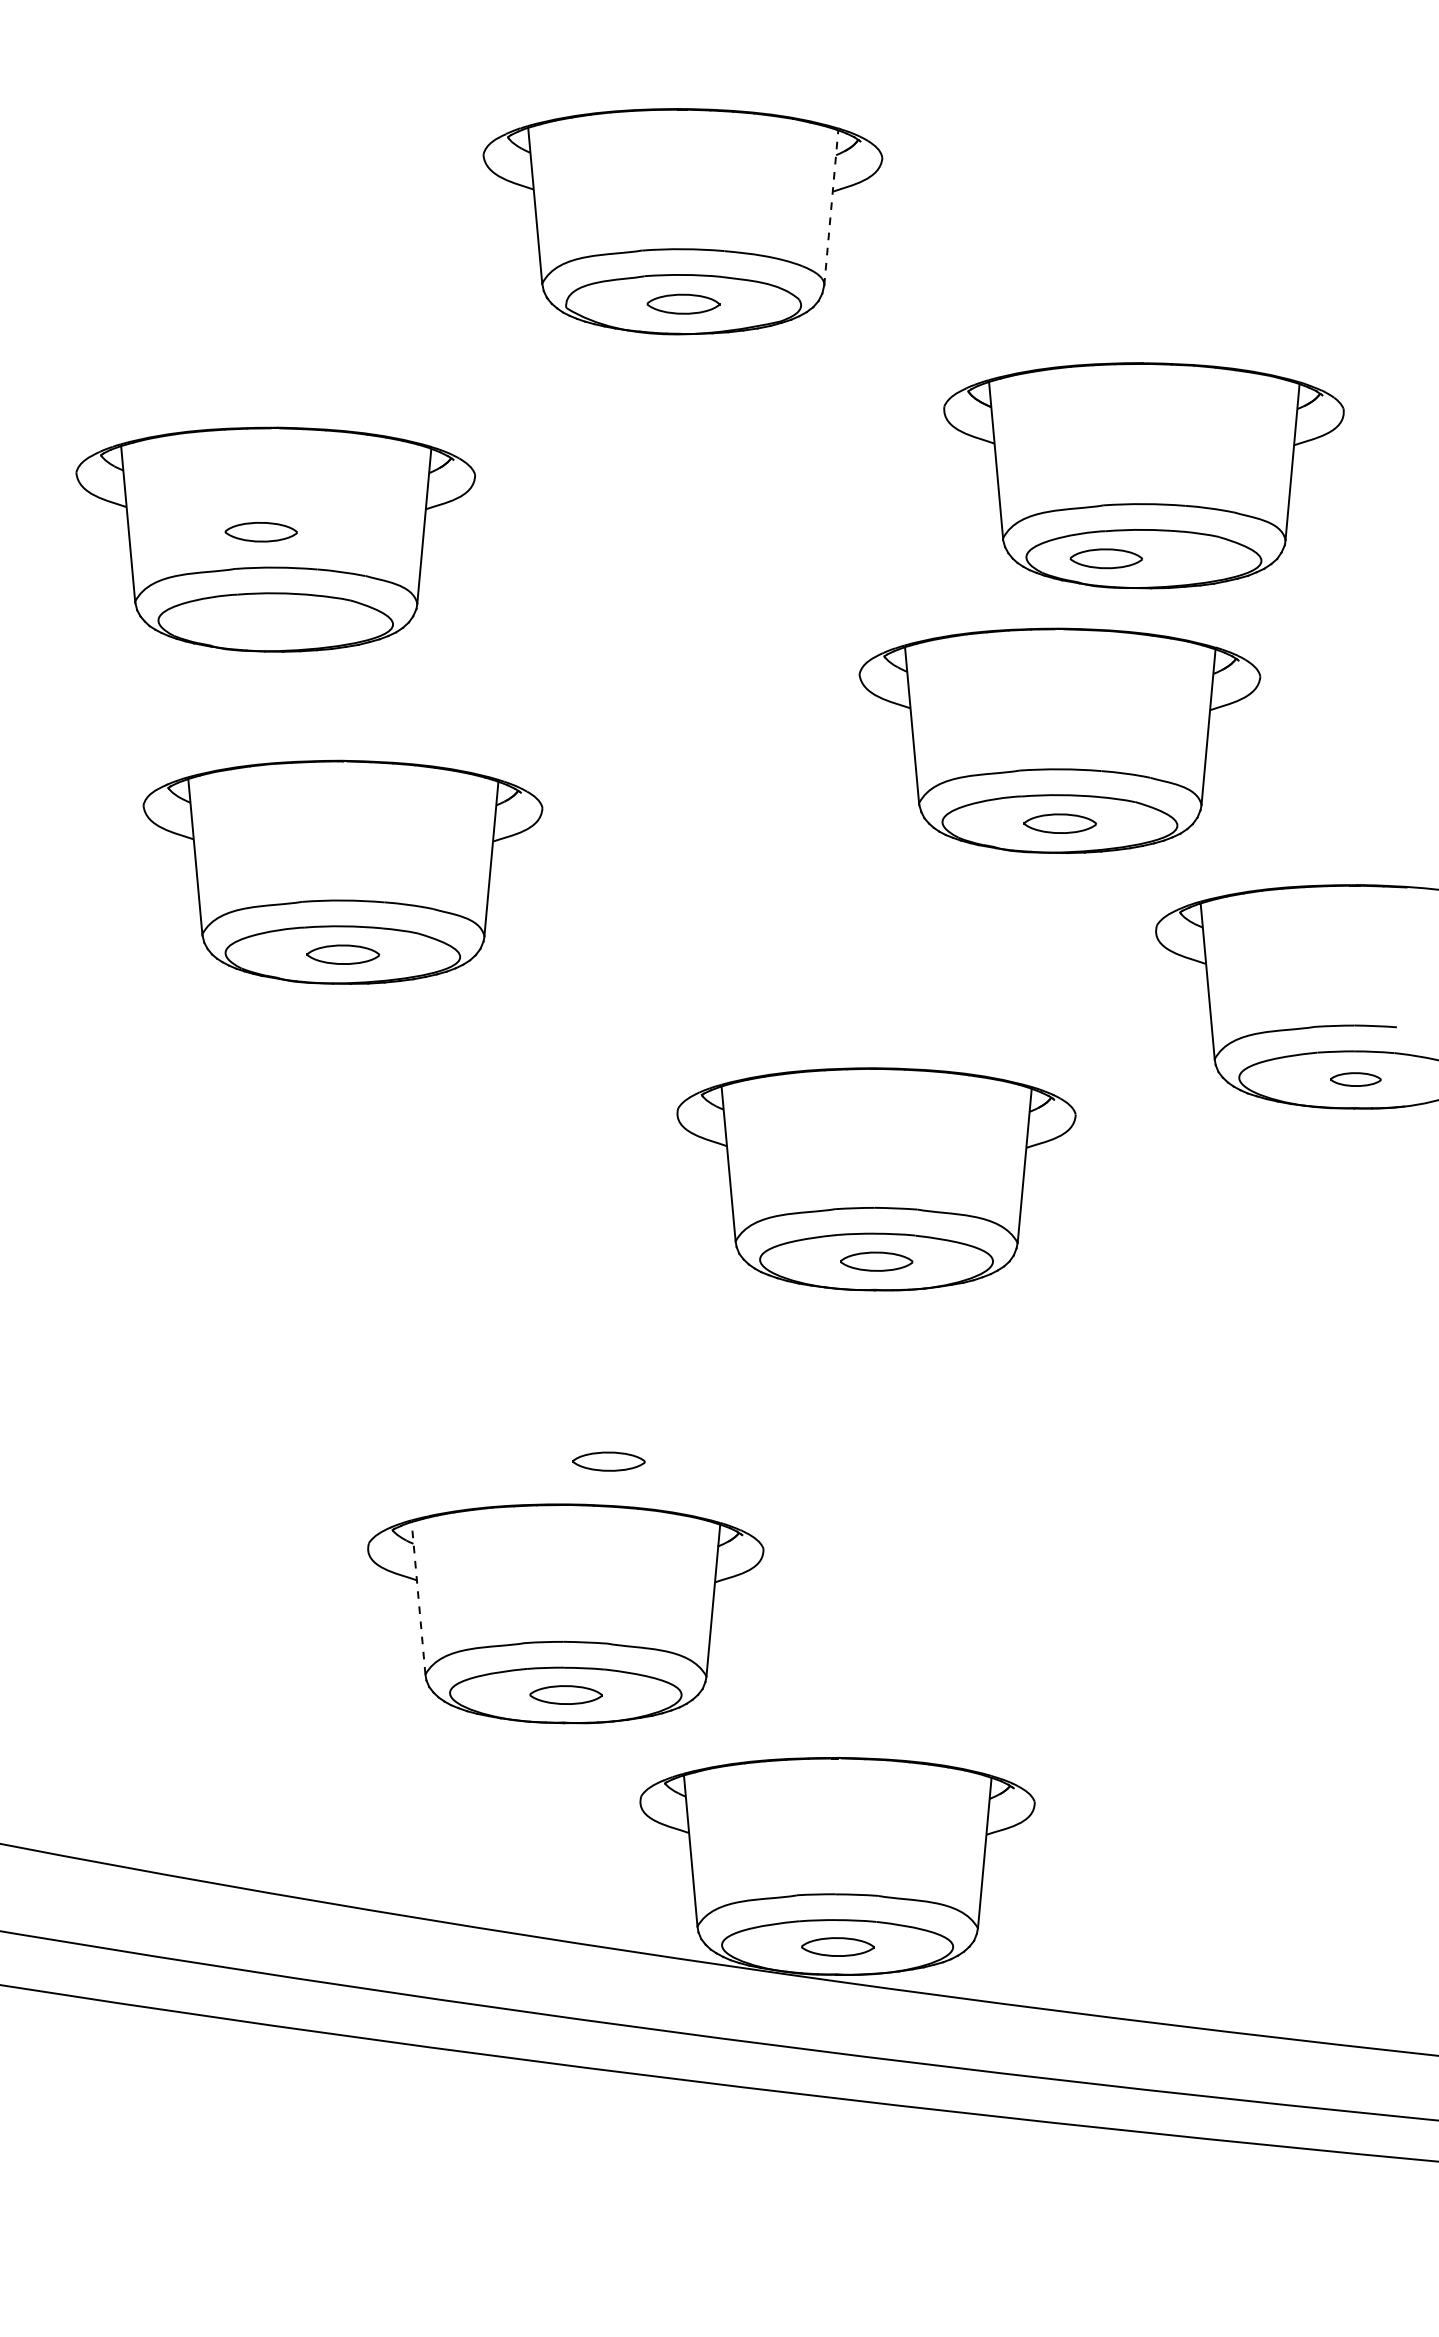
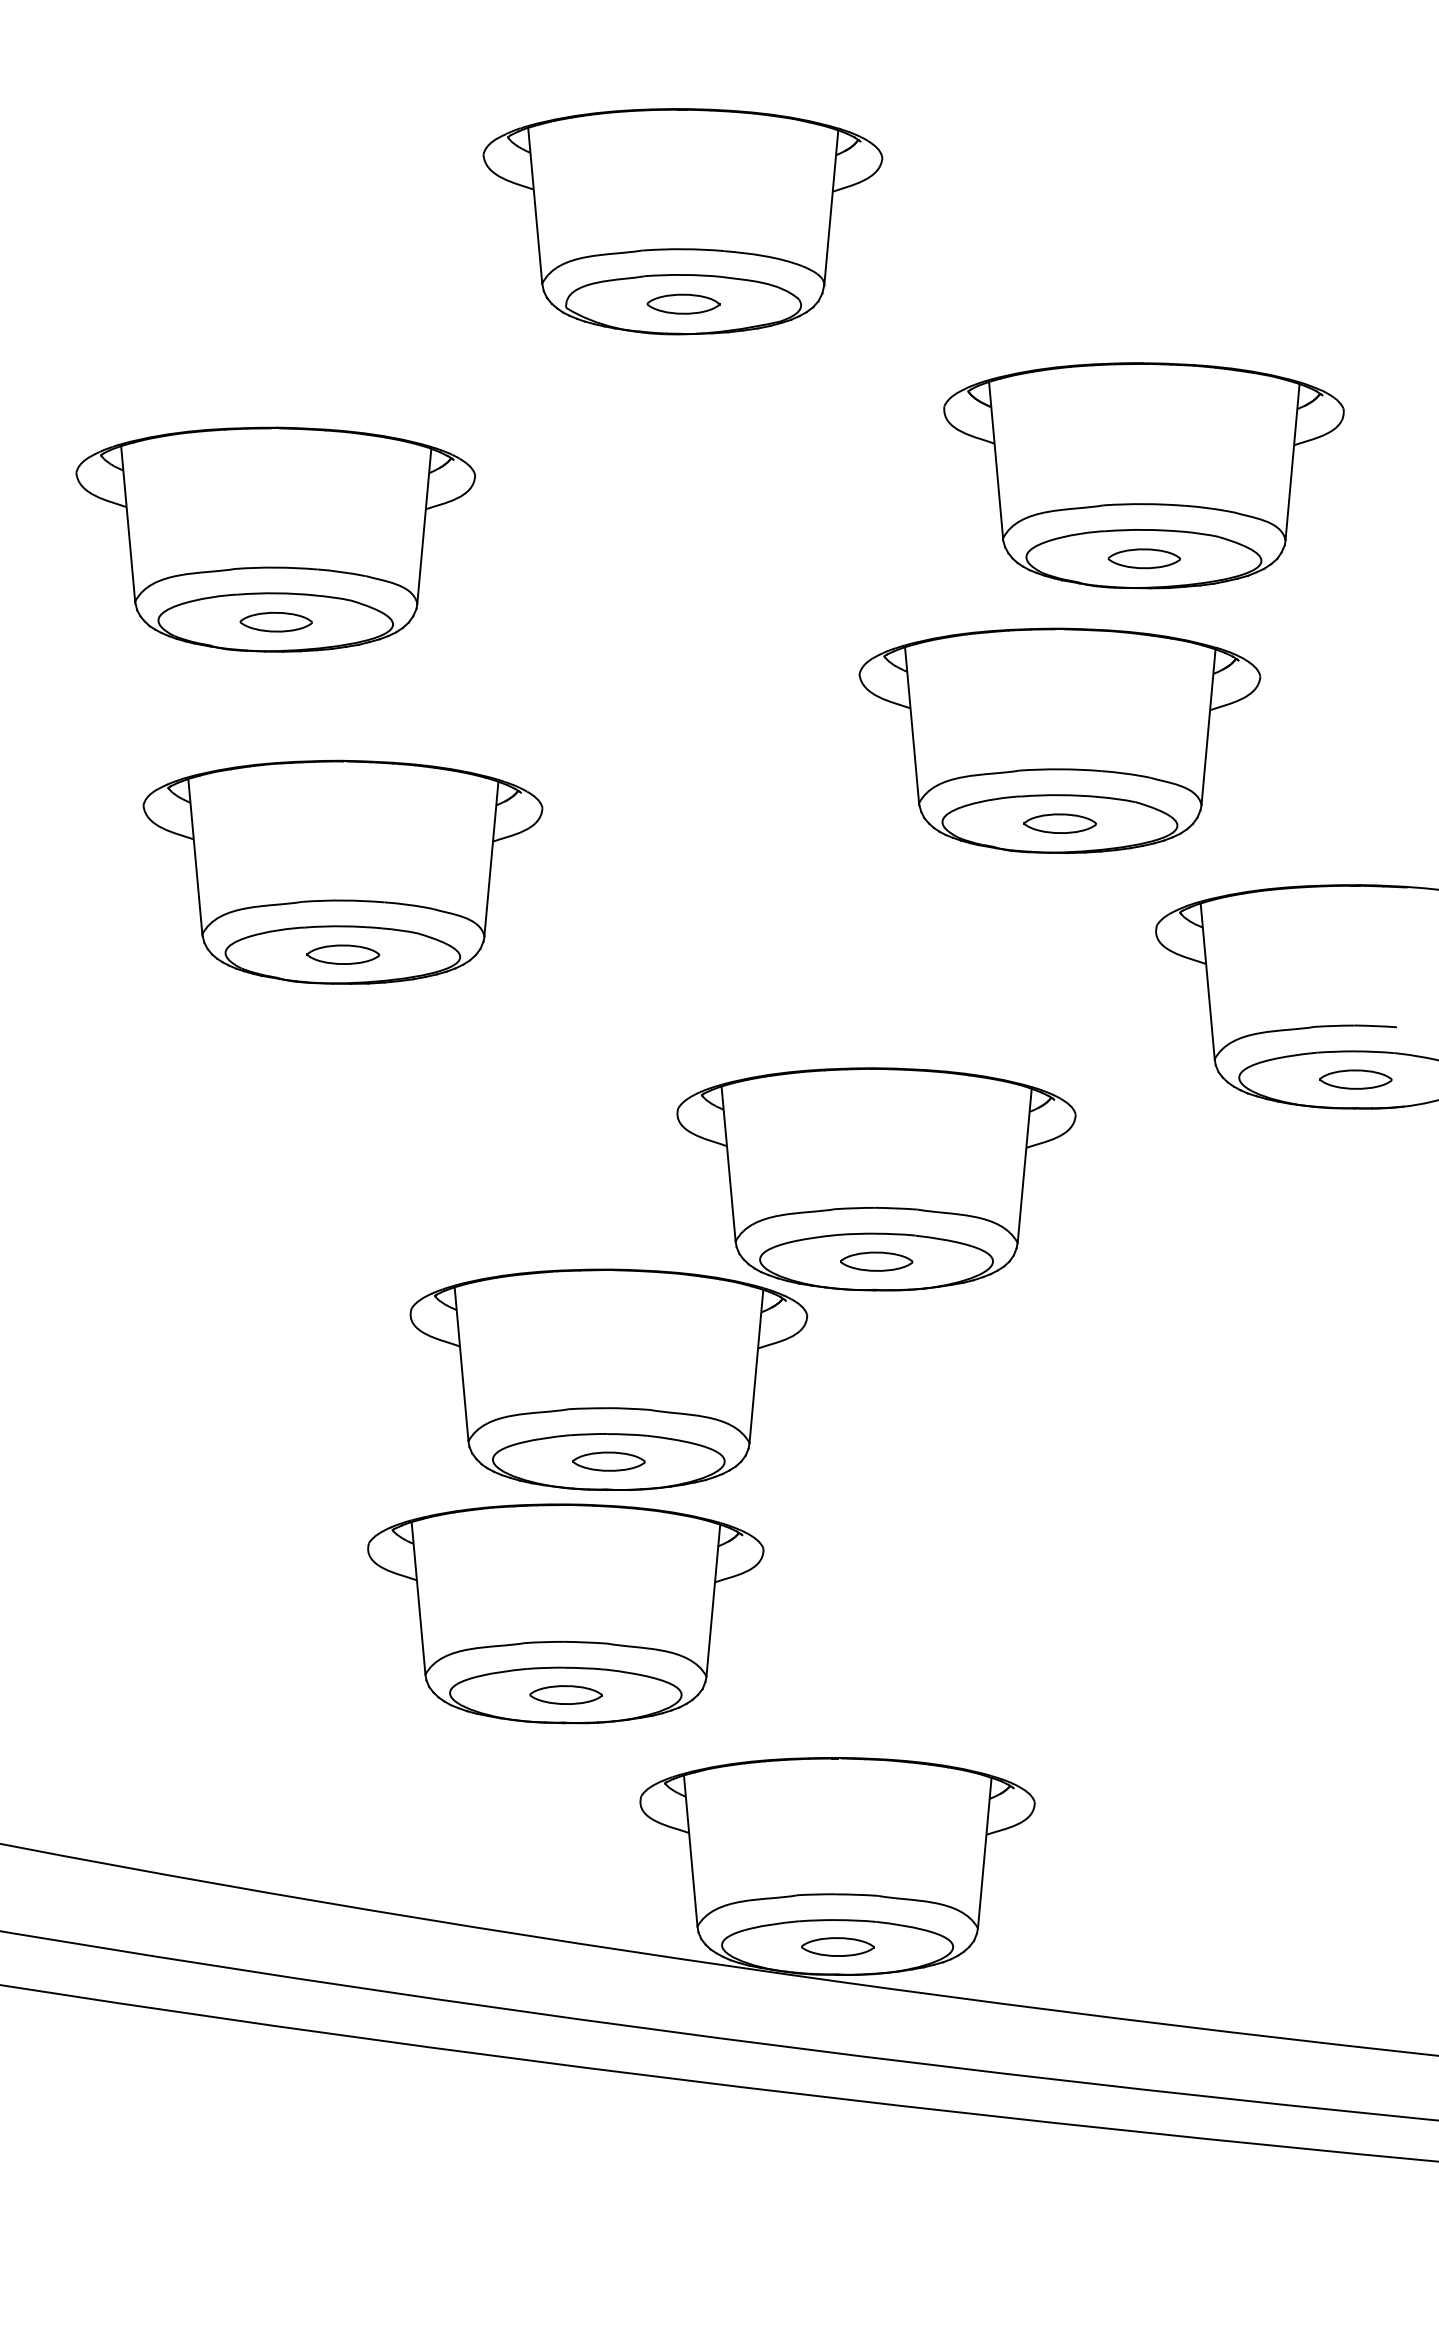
line at (831, 207): dashed -> solid
part at (260, 532) position: (260, 532) -> (275, 622)
part at (1106, 558) position: (1106, 558) -> (1144, 558)
part at (1355, 1079) size: 52x15 px -> 74x21 px
part at (608, 1379): none -> present
line at (418, 1598): dashed -> solid
